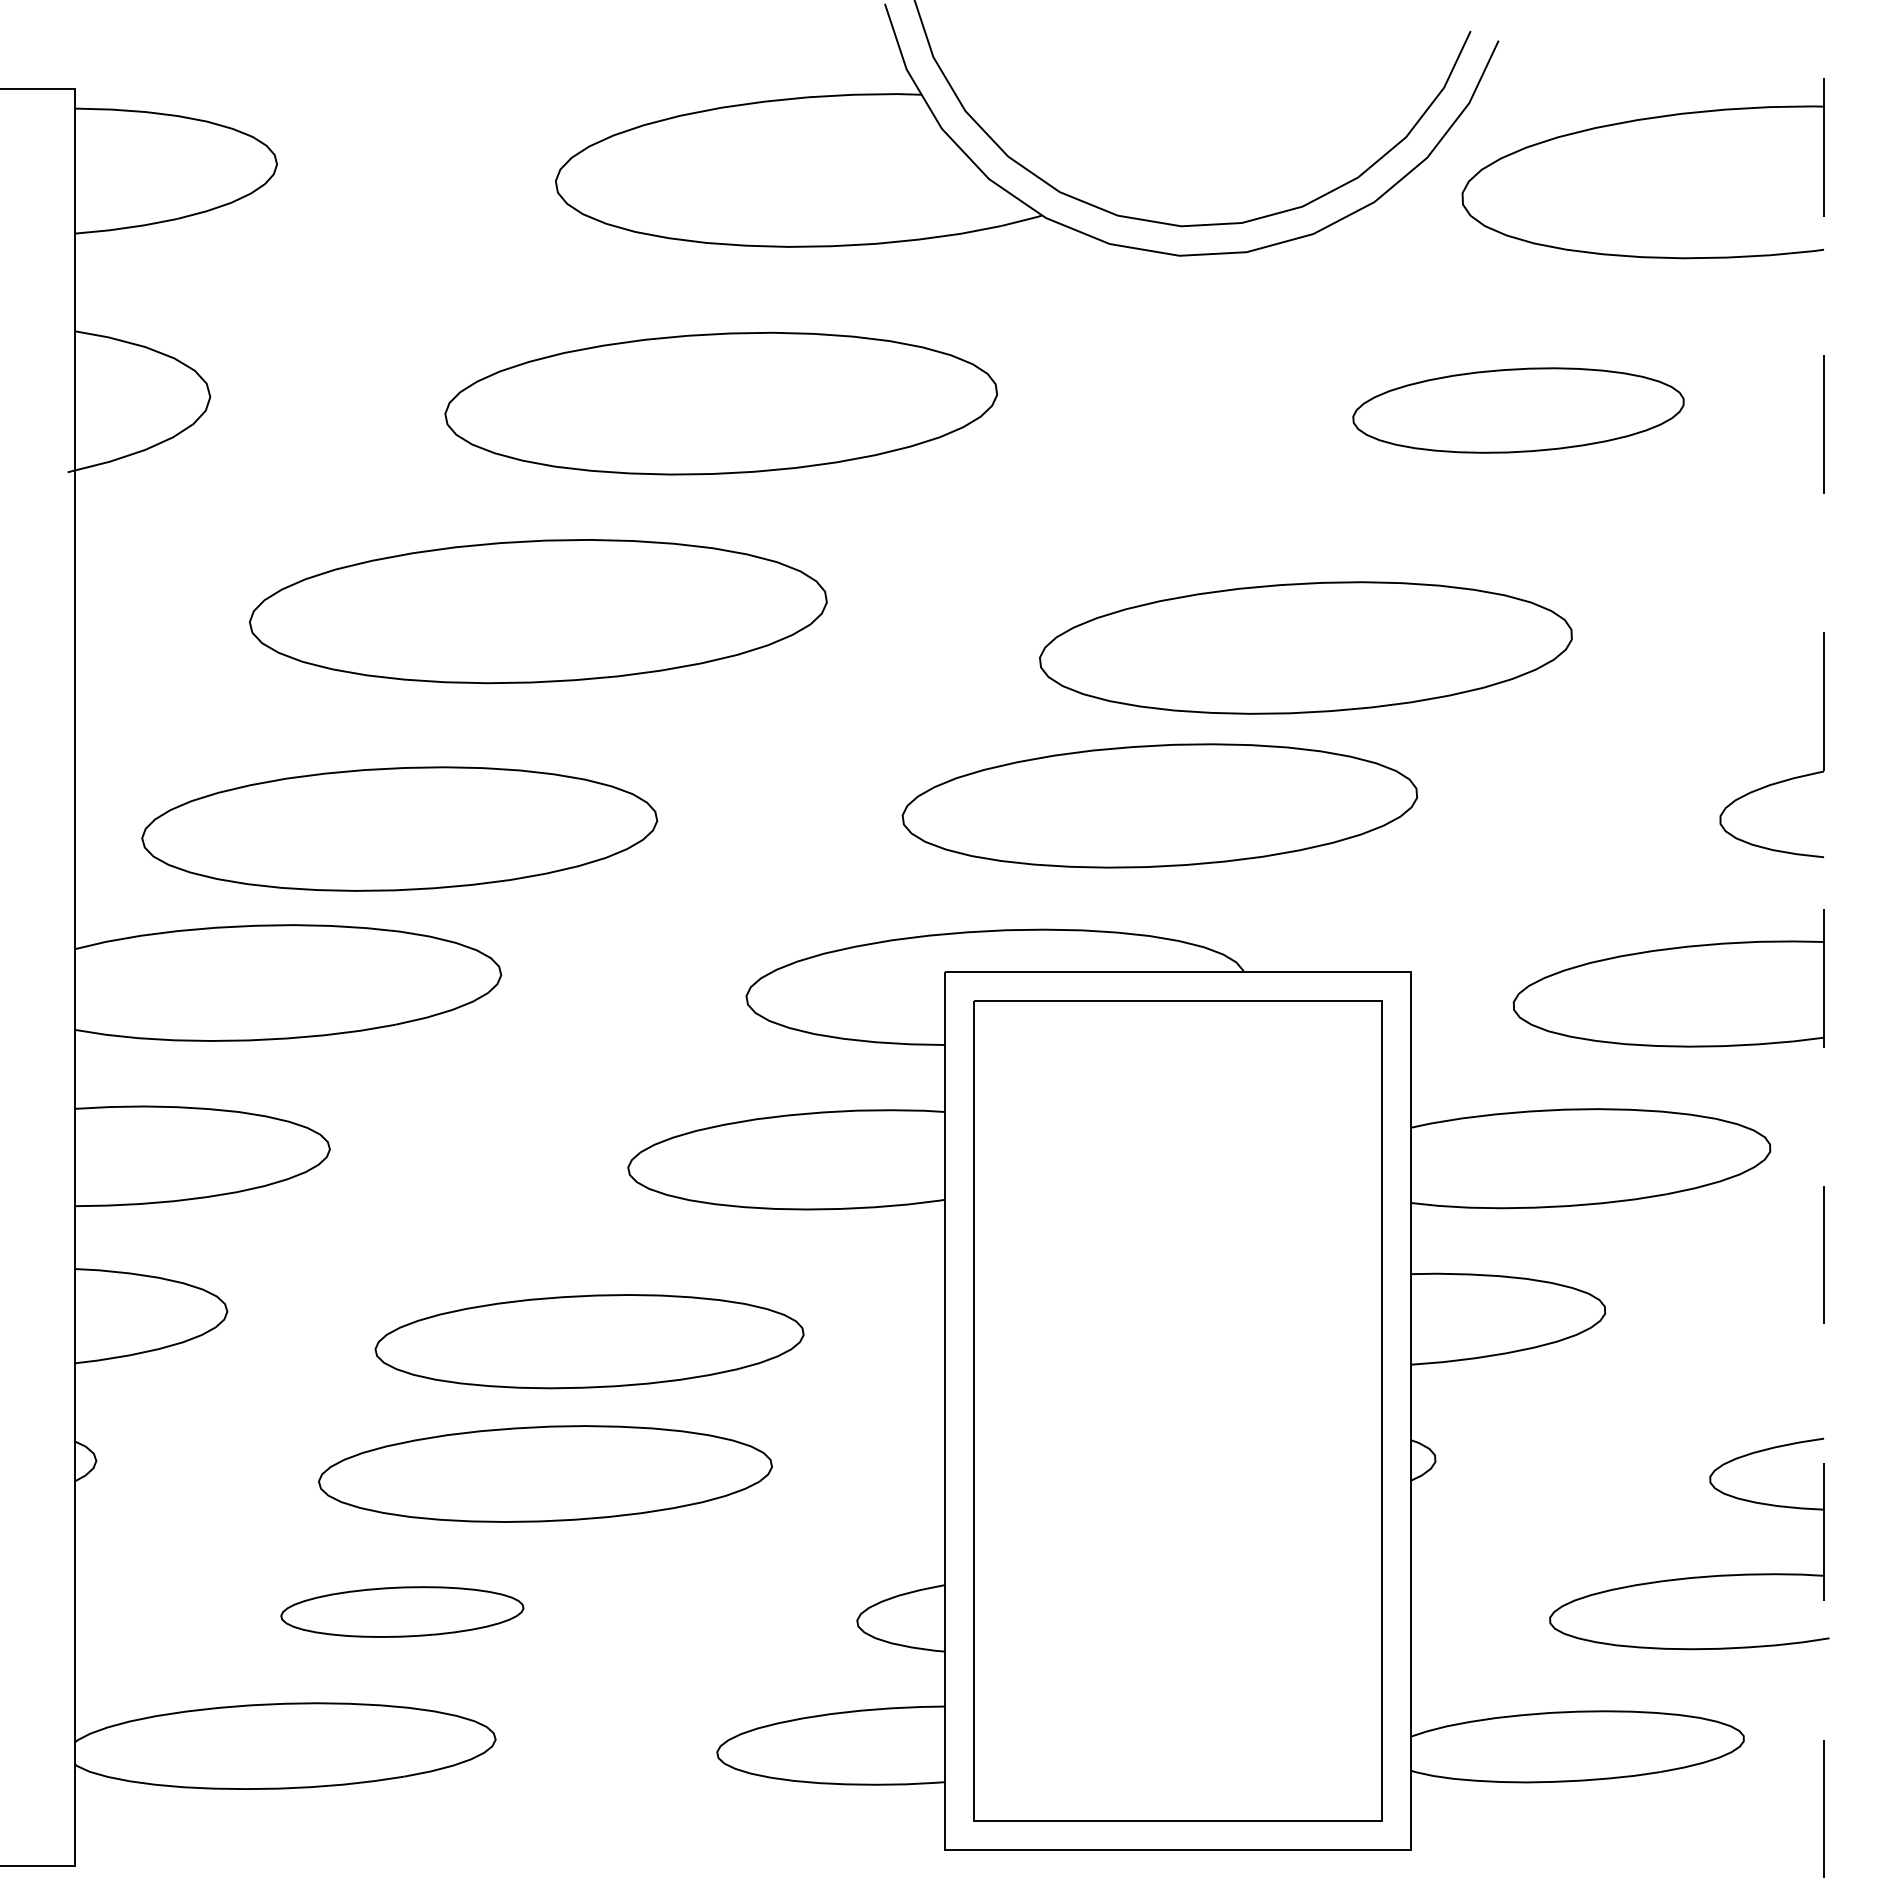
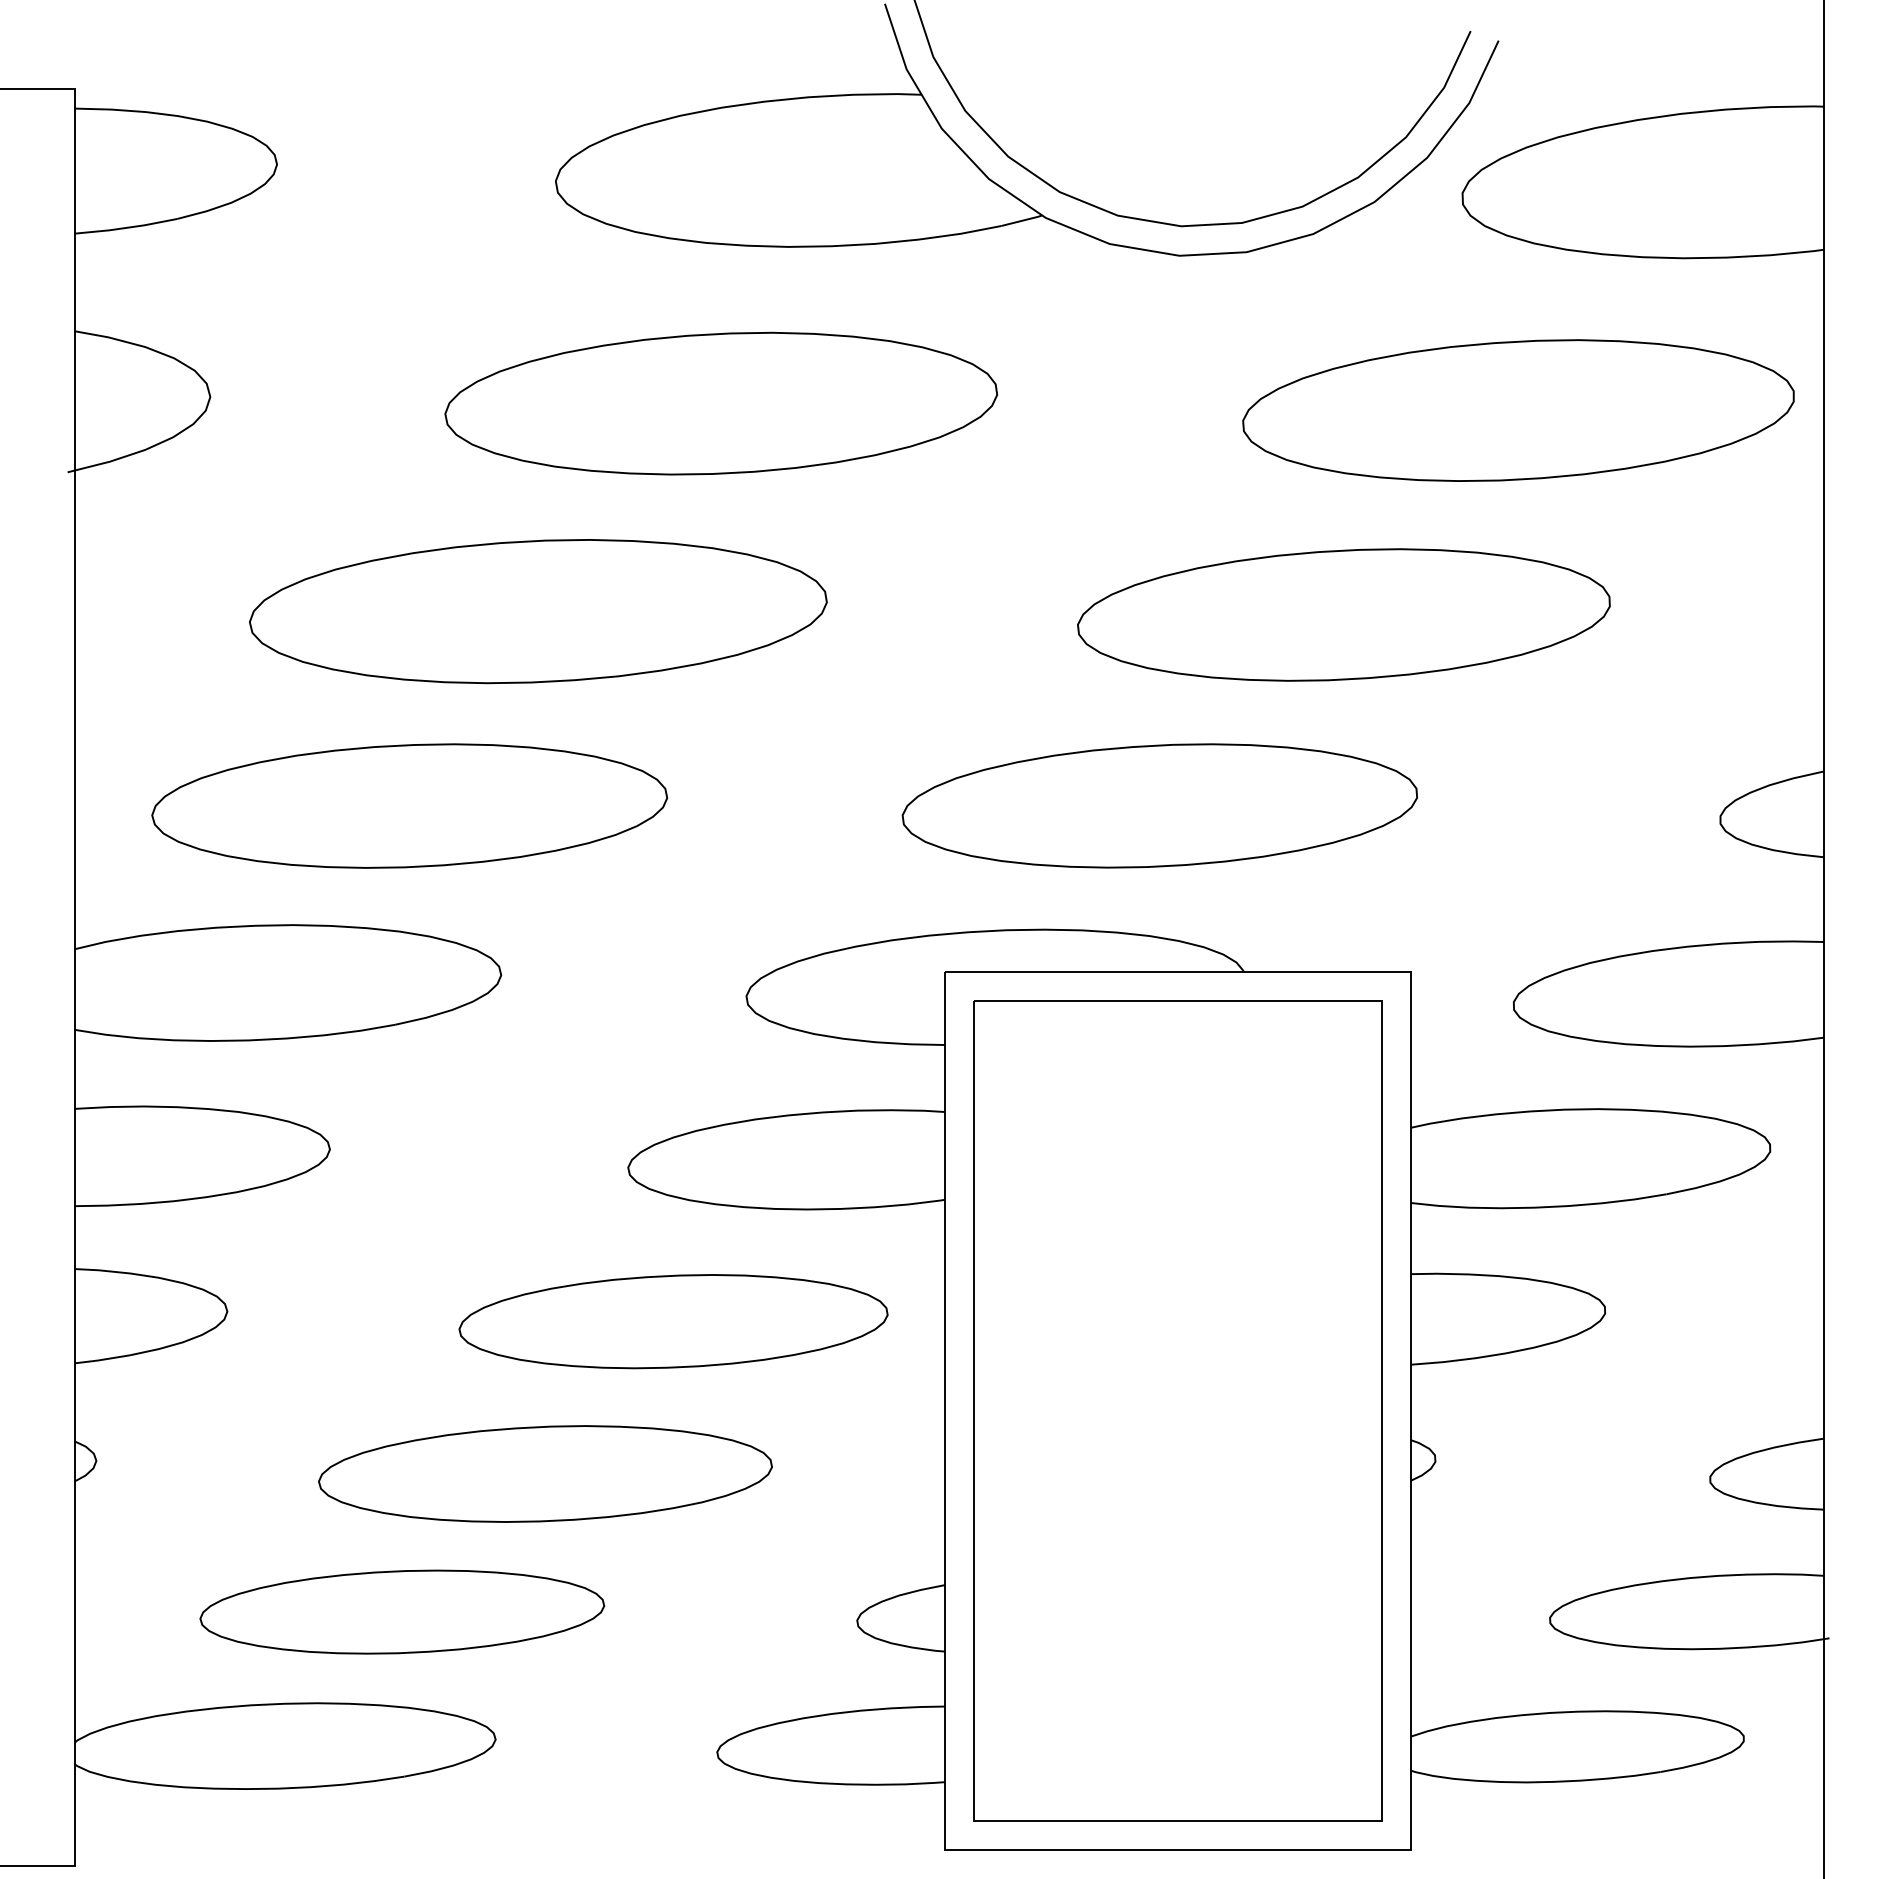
part at (1518, 410) size: 333x87 px -> 553x143 px
part at (1305, 647) position: (1305, 647) -> (1343, 614)
part at (399, 828) position: (399, 828) -> (409, 805)
line at (1824, 939): dashed -> solid
part at (589, 1341) position: (589, 1341) -> (673, 1321)
part at (402, 1611) size: 245x52 px -> 407x86 px
